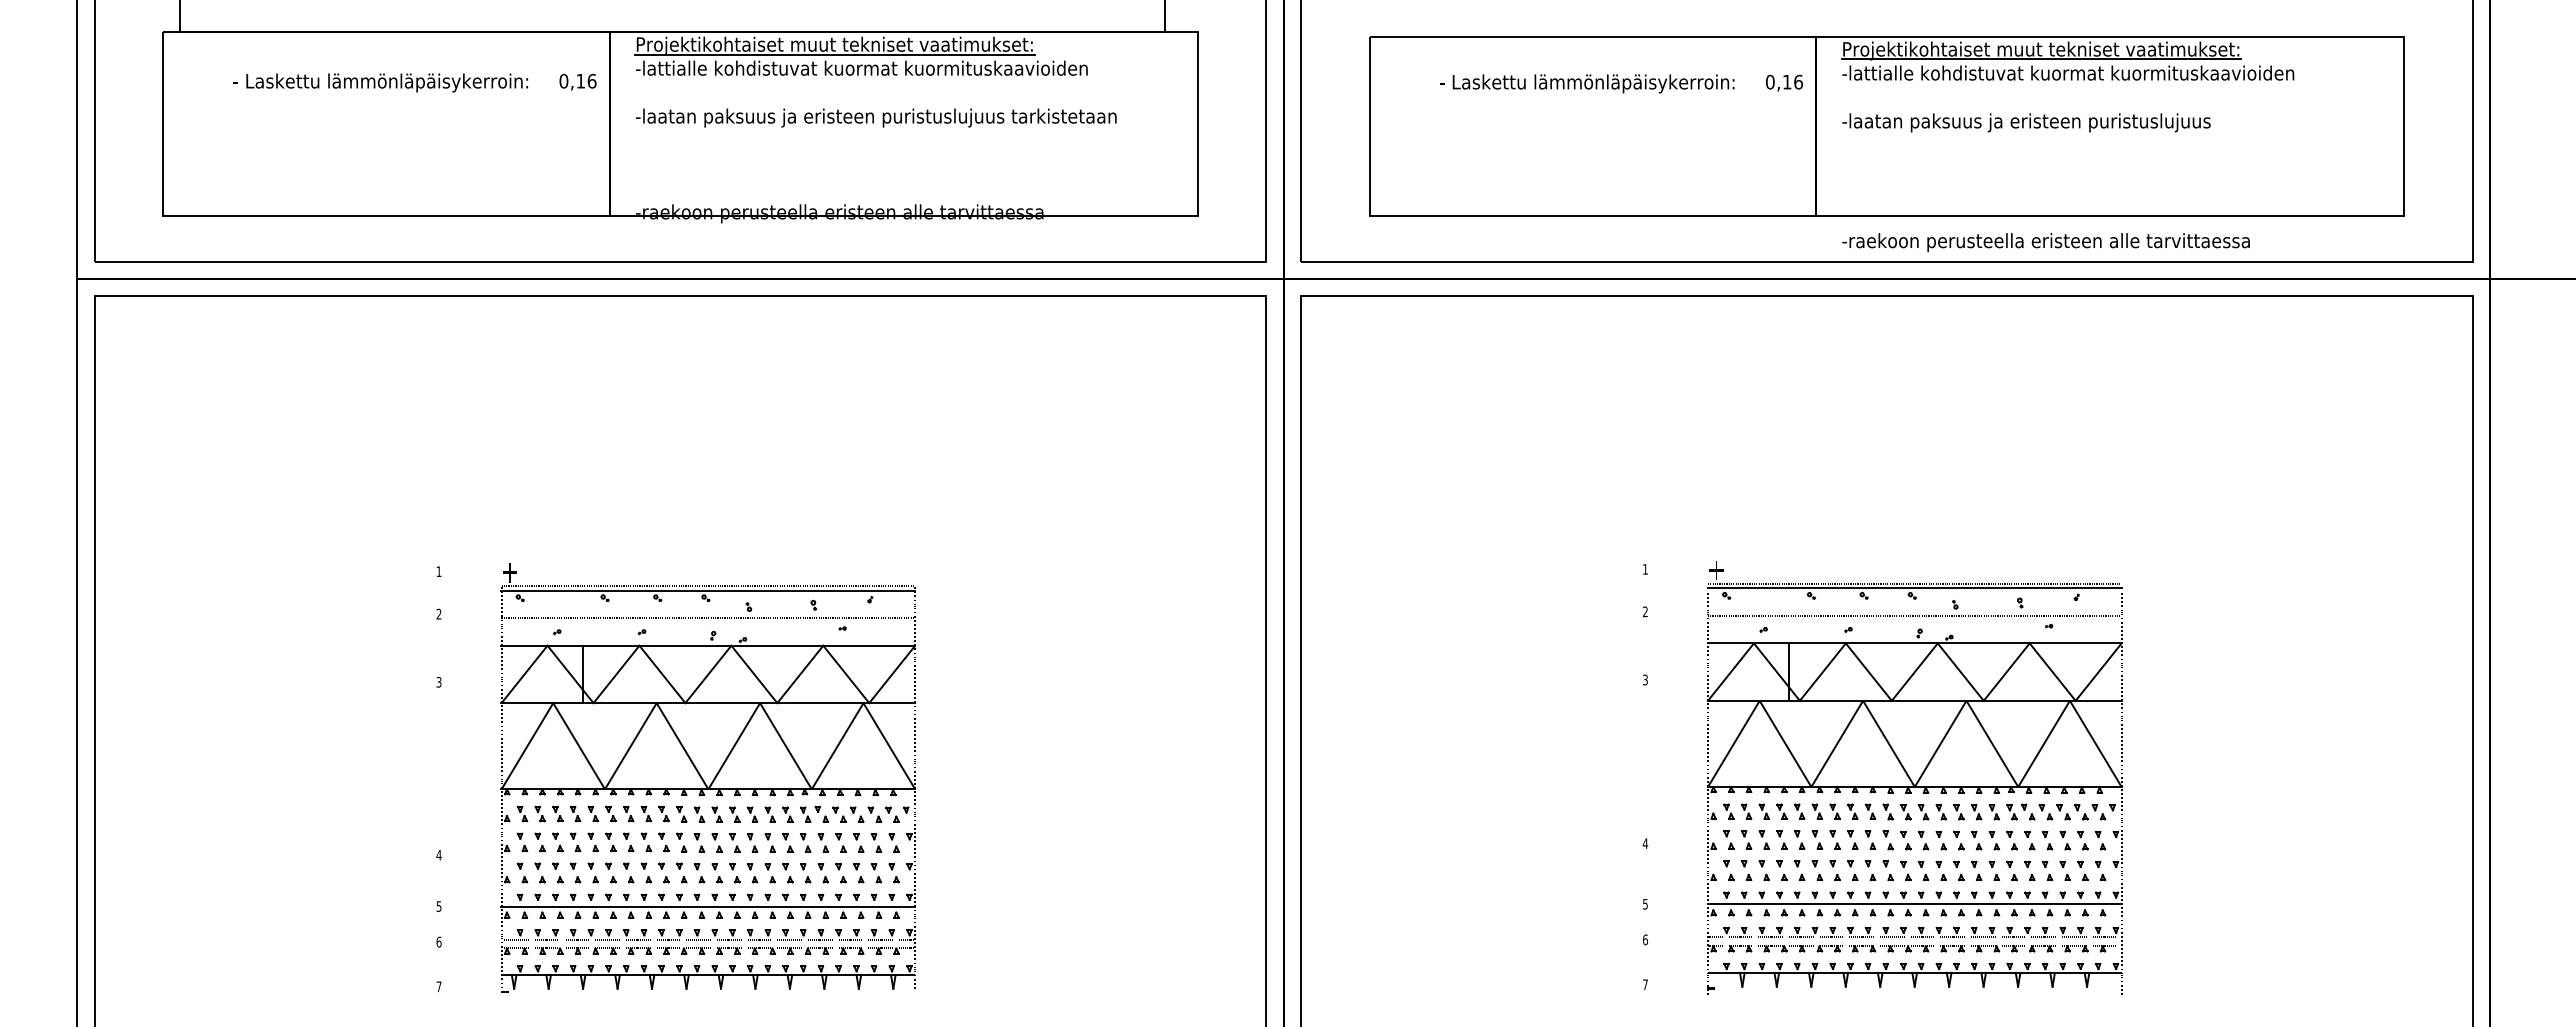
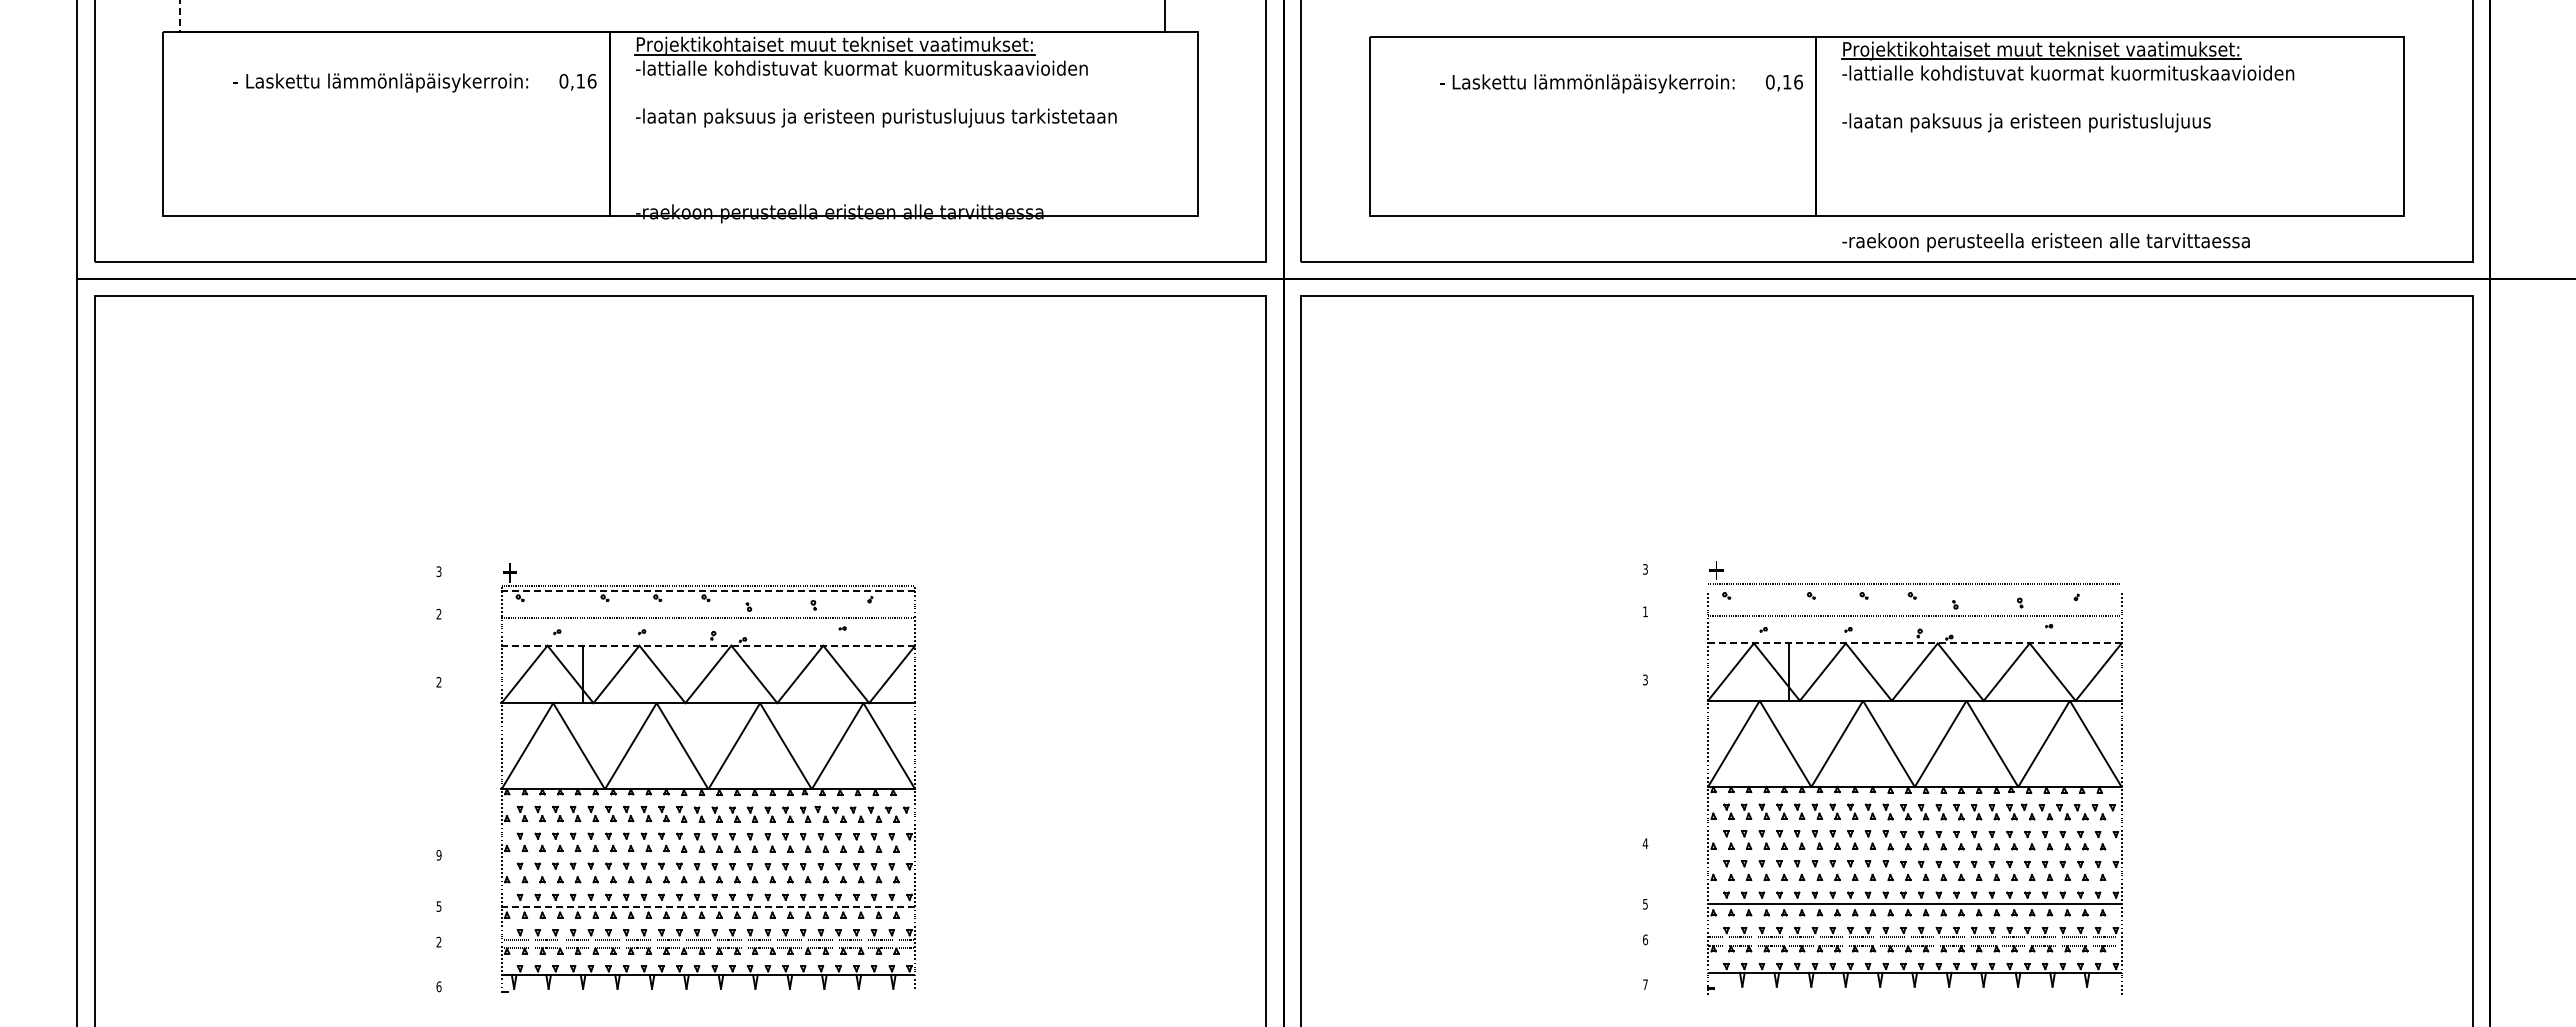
line at (179, 16): solid -> dashed
text at (1645, 569): 1 -> 3
text at (438, 571): 1 -> 3
line at (1914, 588): present -> none
line at (708, 590): solid -> dashed
text at (1645, 611): 2 -> 1
line at (1914, 643): solid -> dashed
line at (708, 645): solid -> dashed
text at (438, 682): 3 -> 2
text at (438, 854): 4 -> 9
line at (708, 906): solid -> dashed
text at (438, 941): 6 -> 2
text at (438, 986): 7 -> 6
